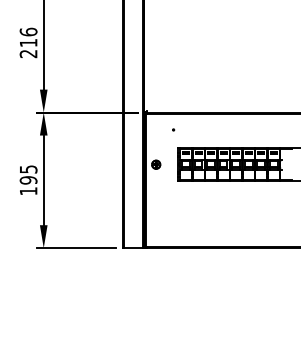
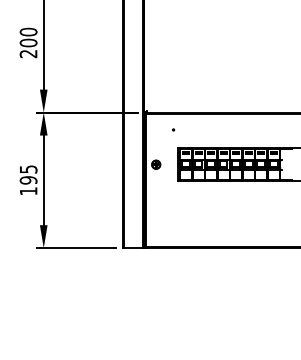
text at (28, 37): 216 -> 200
